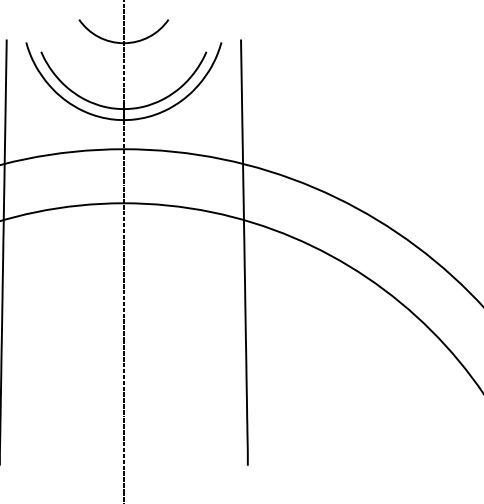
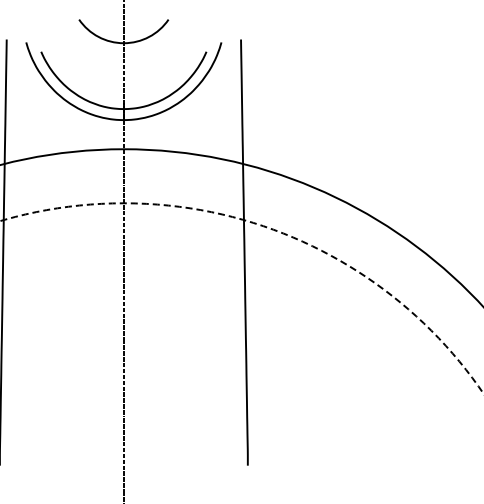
circle at (241, 298): solid -> dashed
